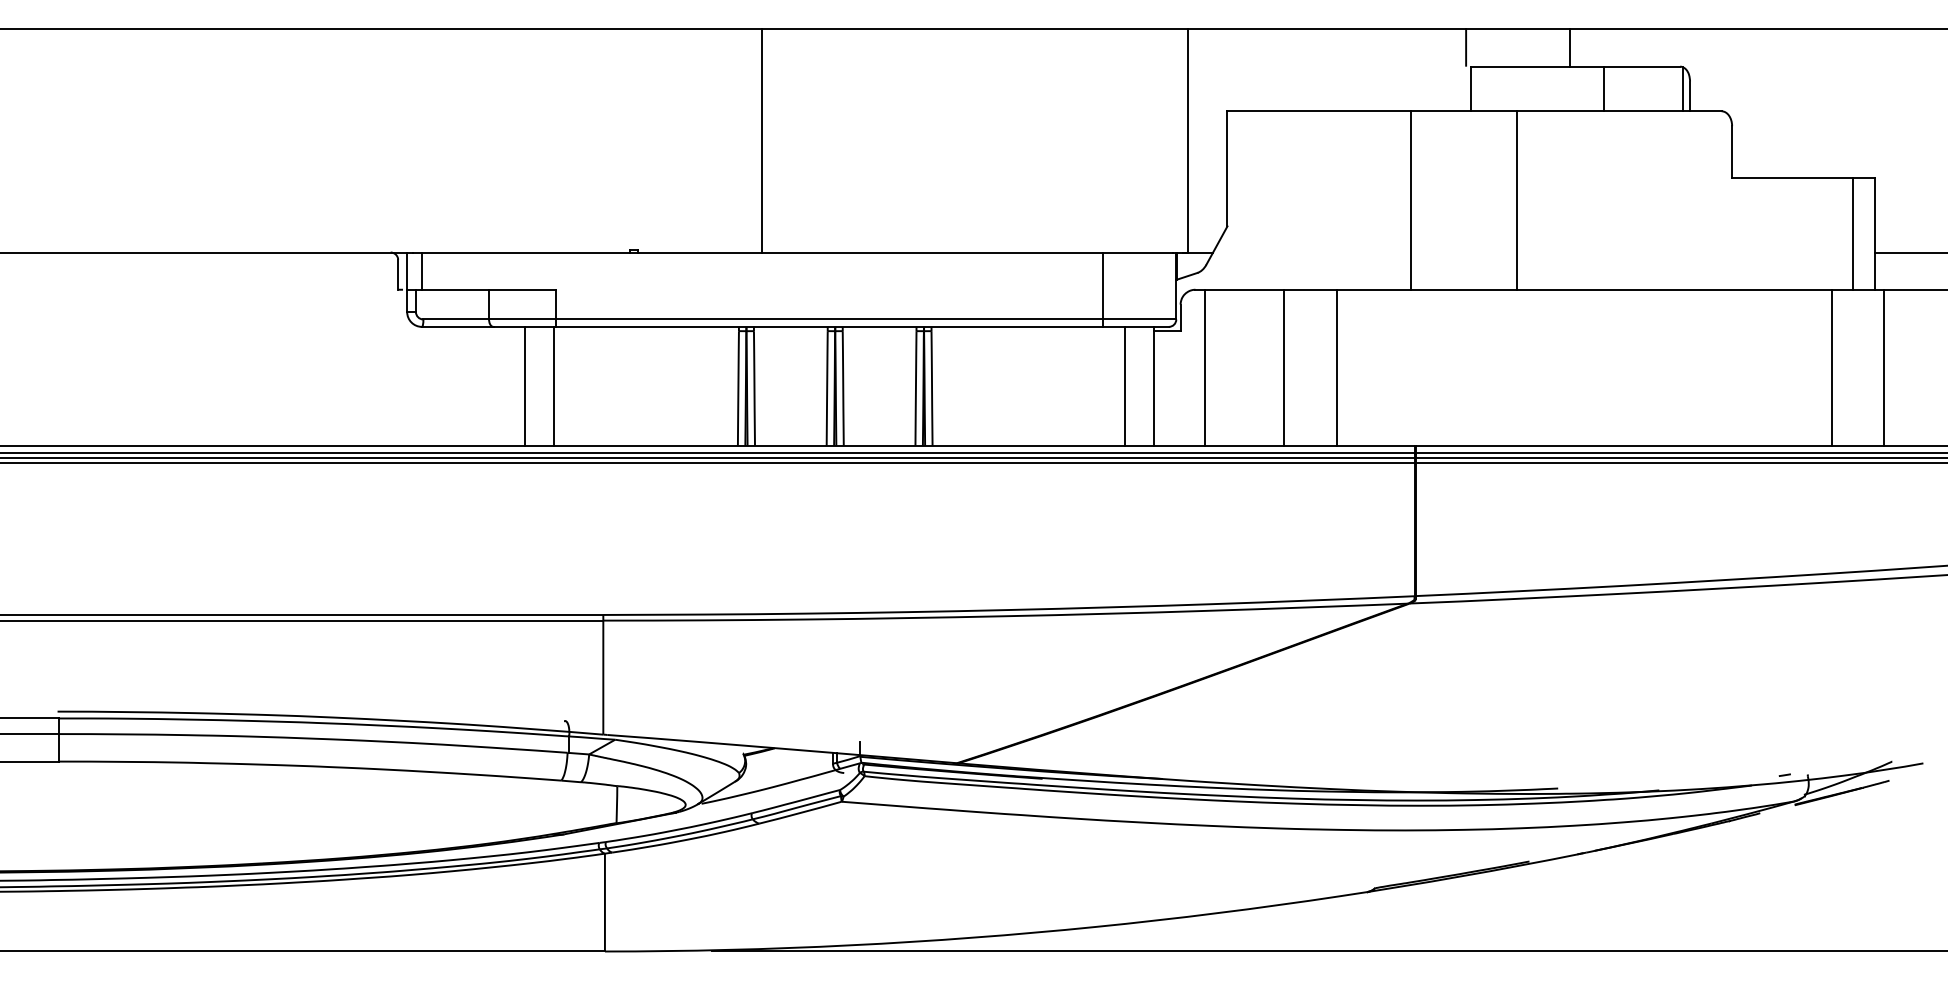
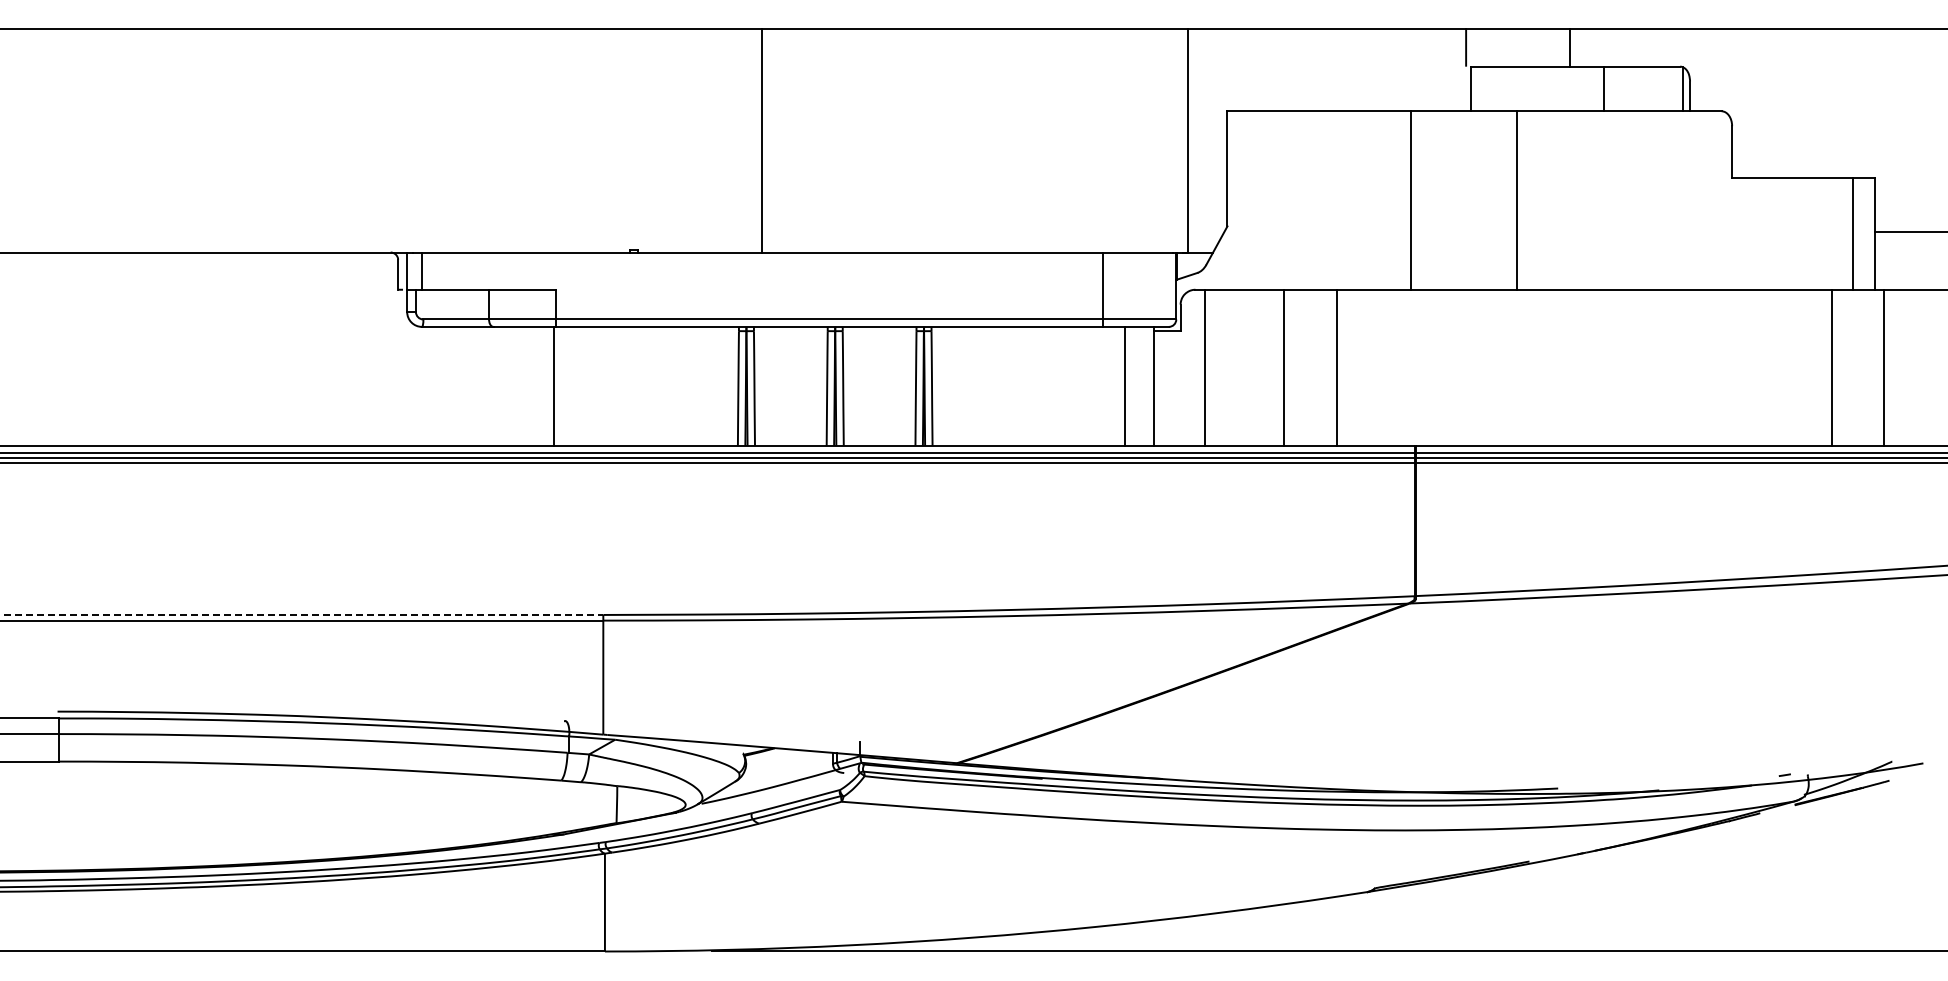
line at (1909, 252) position: (1909, 252) -> (1909, 231)
line at (524, 385): present -> none
line at (302, 614): solid -> dashed
